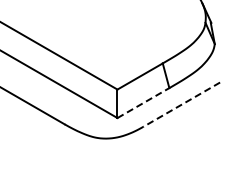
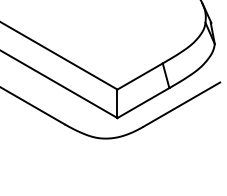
line at (143, 103): dashed -> solid
line at (181, 104): dashed -> solid
